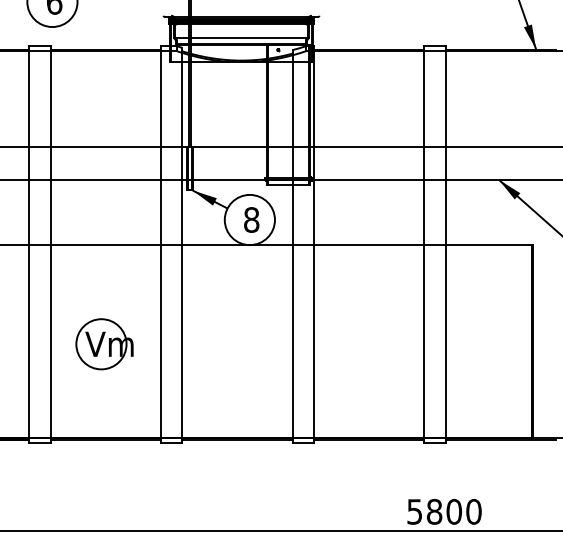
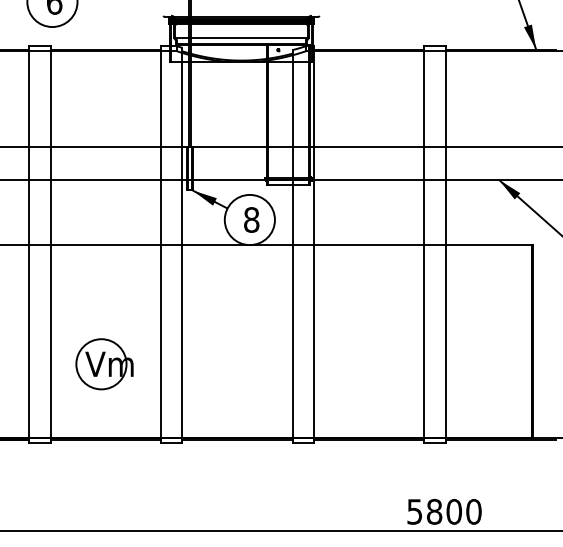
part at (104, 344) position: (104, 344) -> (104, 364)
